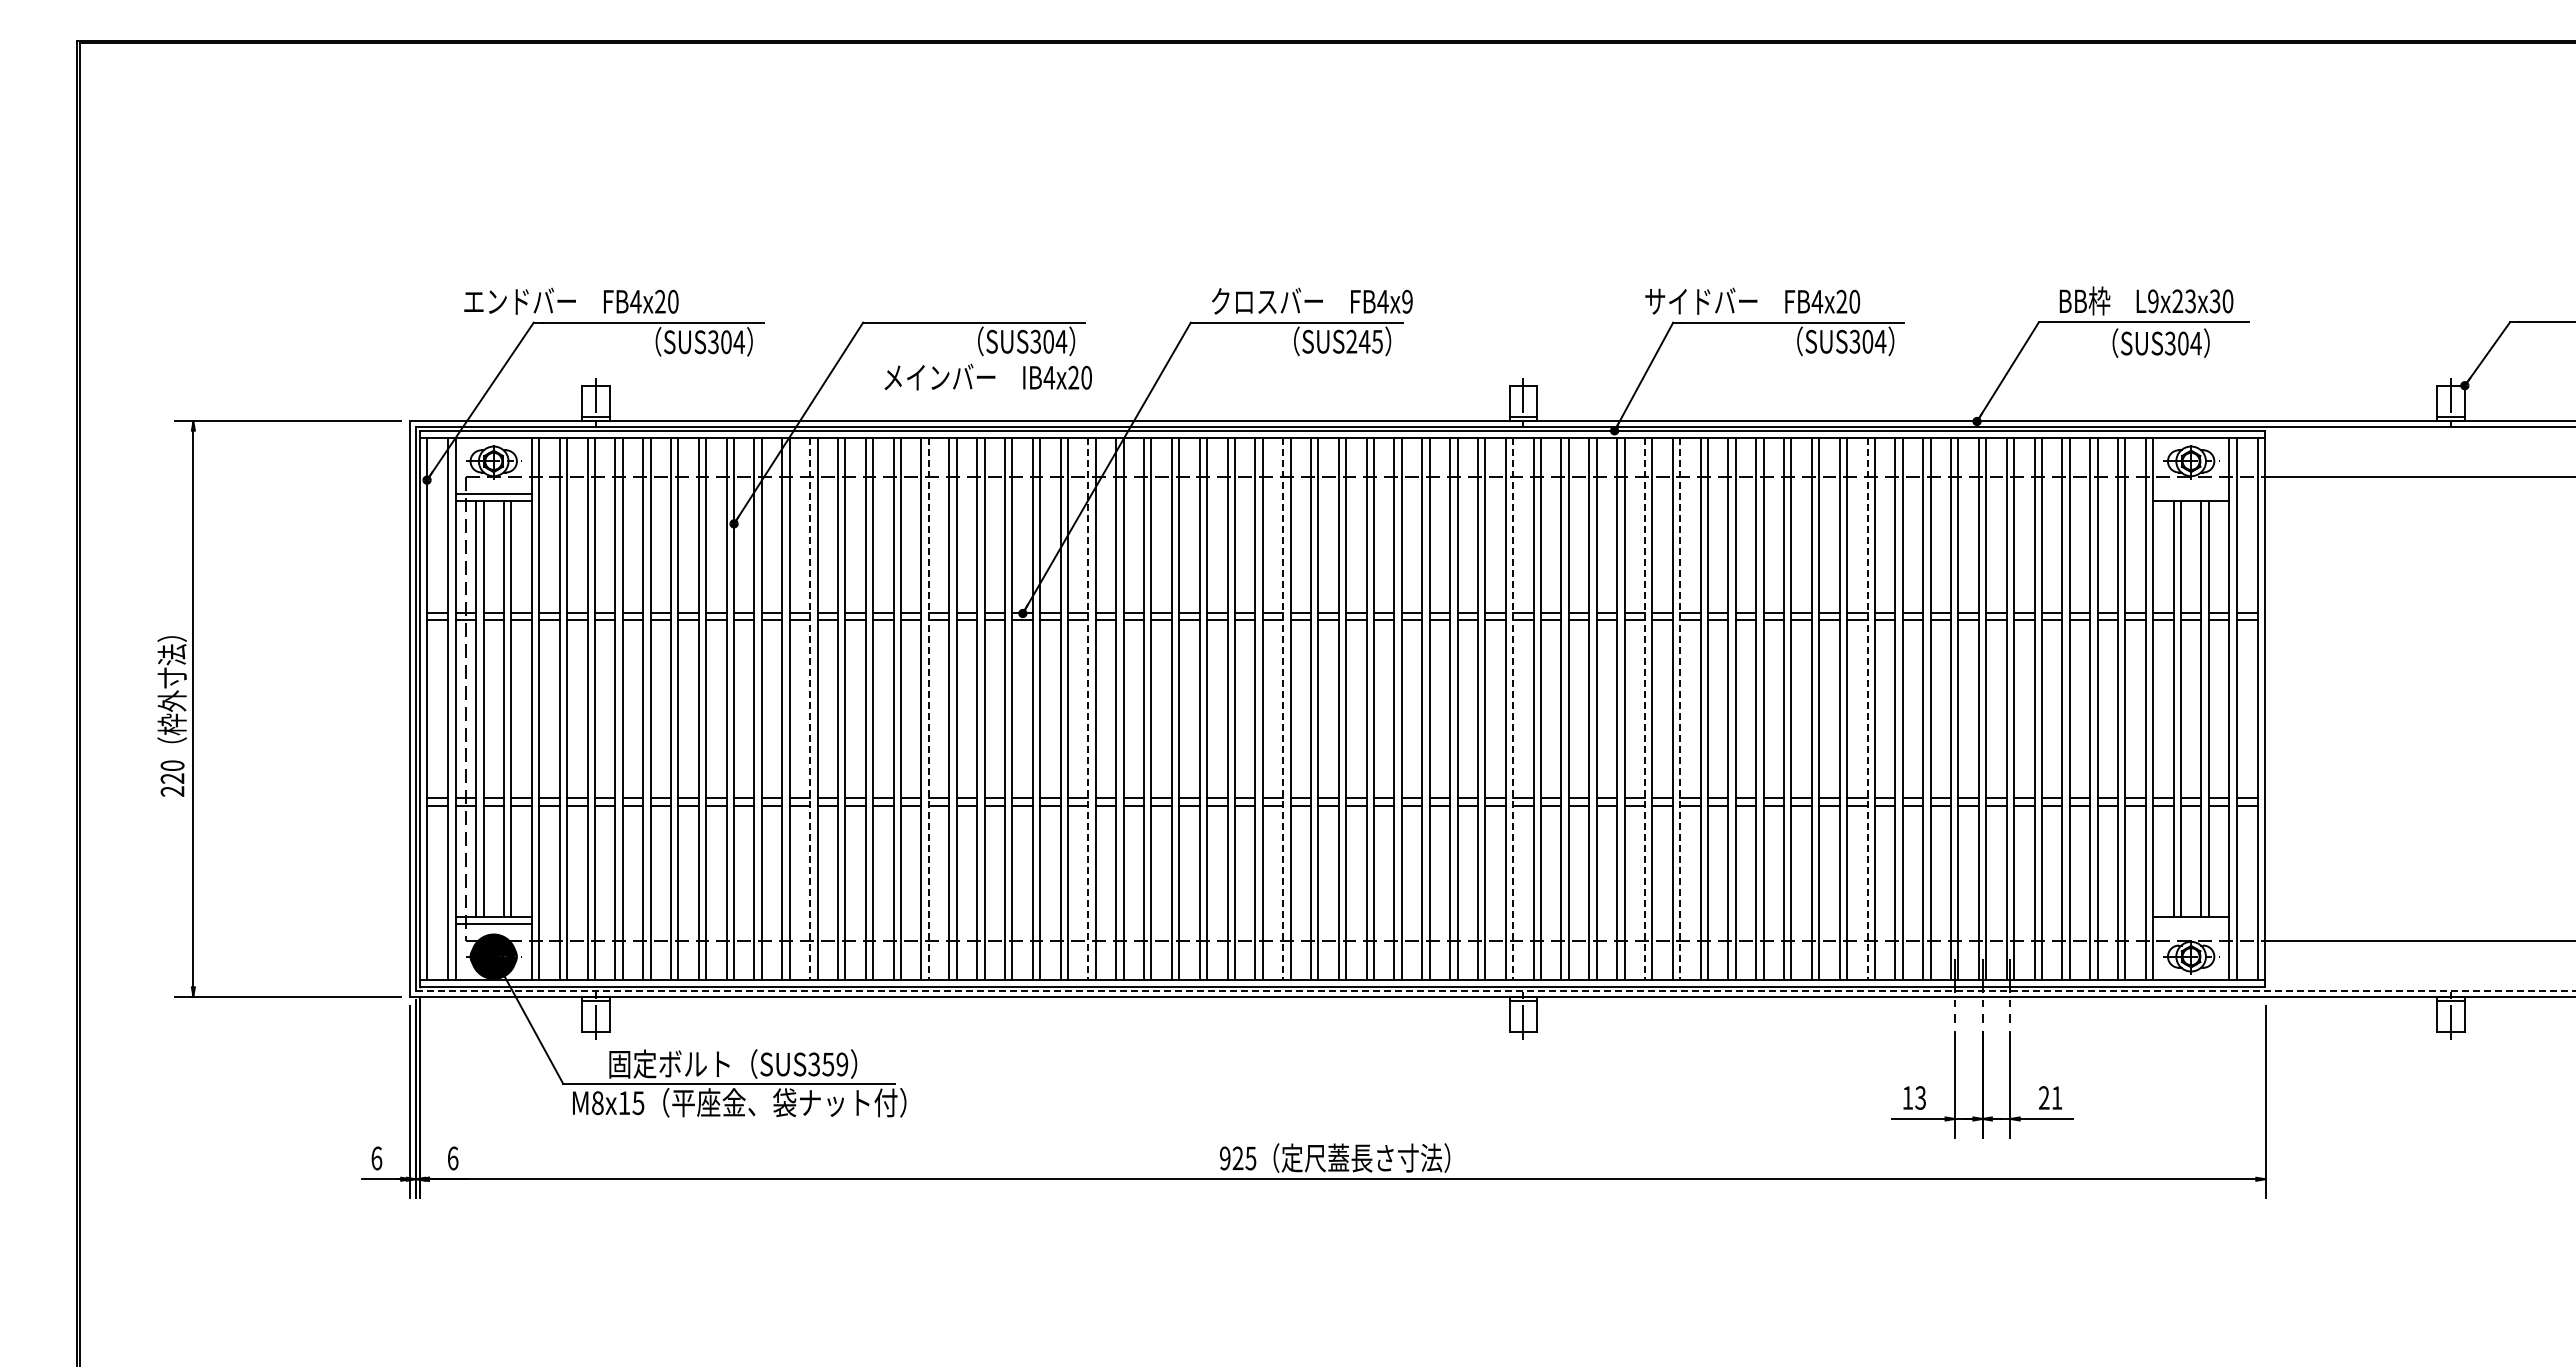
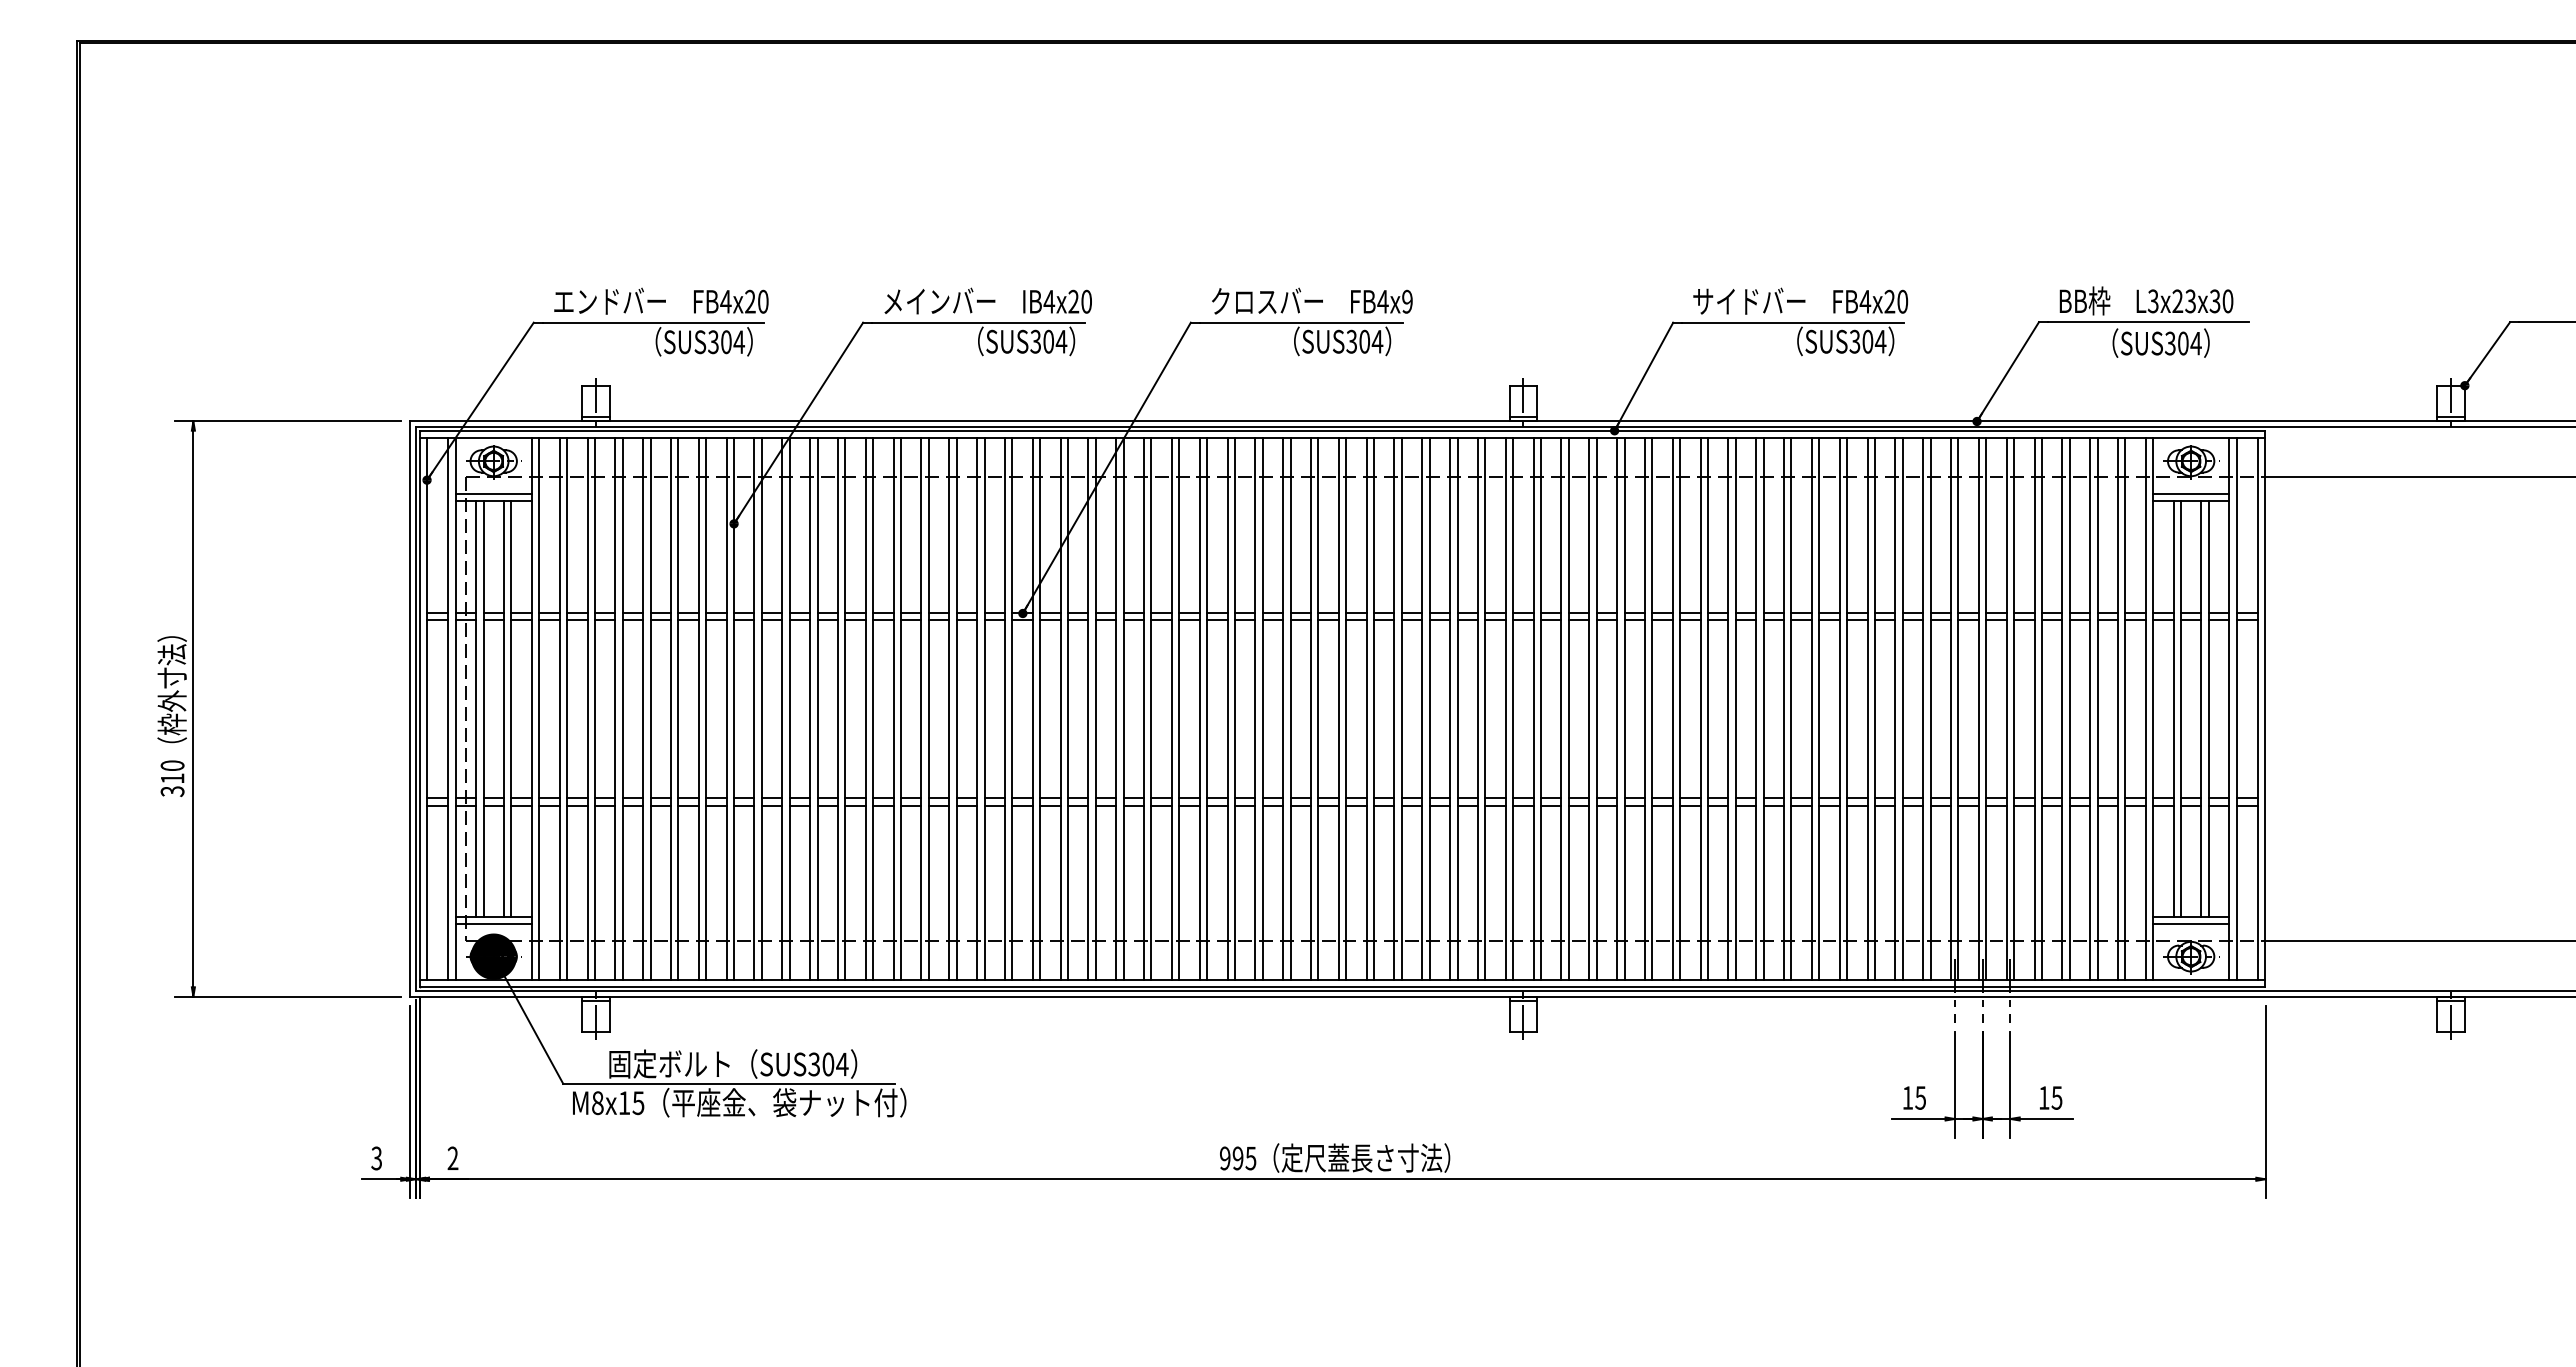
text at (571, 300) position: (571, 300) -> (661, 300)
text at (1752, 300) position: (1752, 300) -> (1800, 300)
text at (2152, 301): L9x23x30 -> L3x23x30
text at (1364, 341): SUS245 -> SUS304
text at (987, 376) position: (987, 376) -> (987, 300)
line at (2191, 493): none -> present
line at (810, 709): dashed -> solid
line at (928, 709): dashed -> solid
line at (1088, 709): dashed -> solid
line at (1283, 709): dashed -> solid
line at (1513, 709): dashed -> solid
line at (1644, 709): dashed -> solid
line at (1680, 709): dashed -> solid
line at (1867, 709): dashed -> solid
text at (172, 785): 220 -> 310
line at (2191, 924): none -> present
line at (1495, 991): dashed -> solid
text at (835, 1064): SUS359 -> SUS304
text at (1920, 1097): 13 -> 15
text at (2050, 1097): 21 -> 15
text at (376, 1158): 6 -> 3
text at (452, 1158): 6 -> 2
text at (1237, 1158): 925 -> 995
